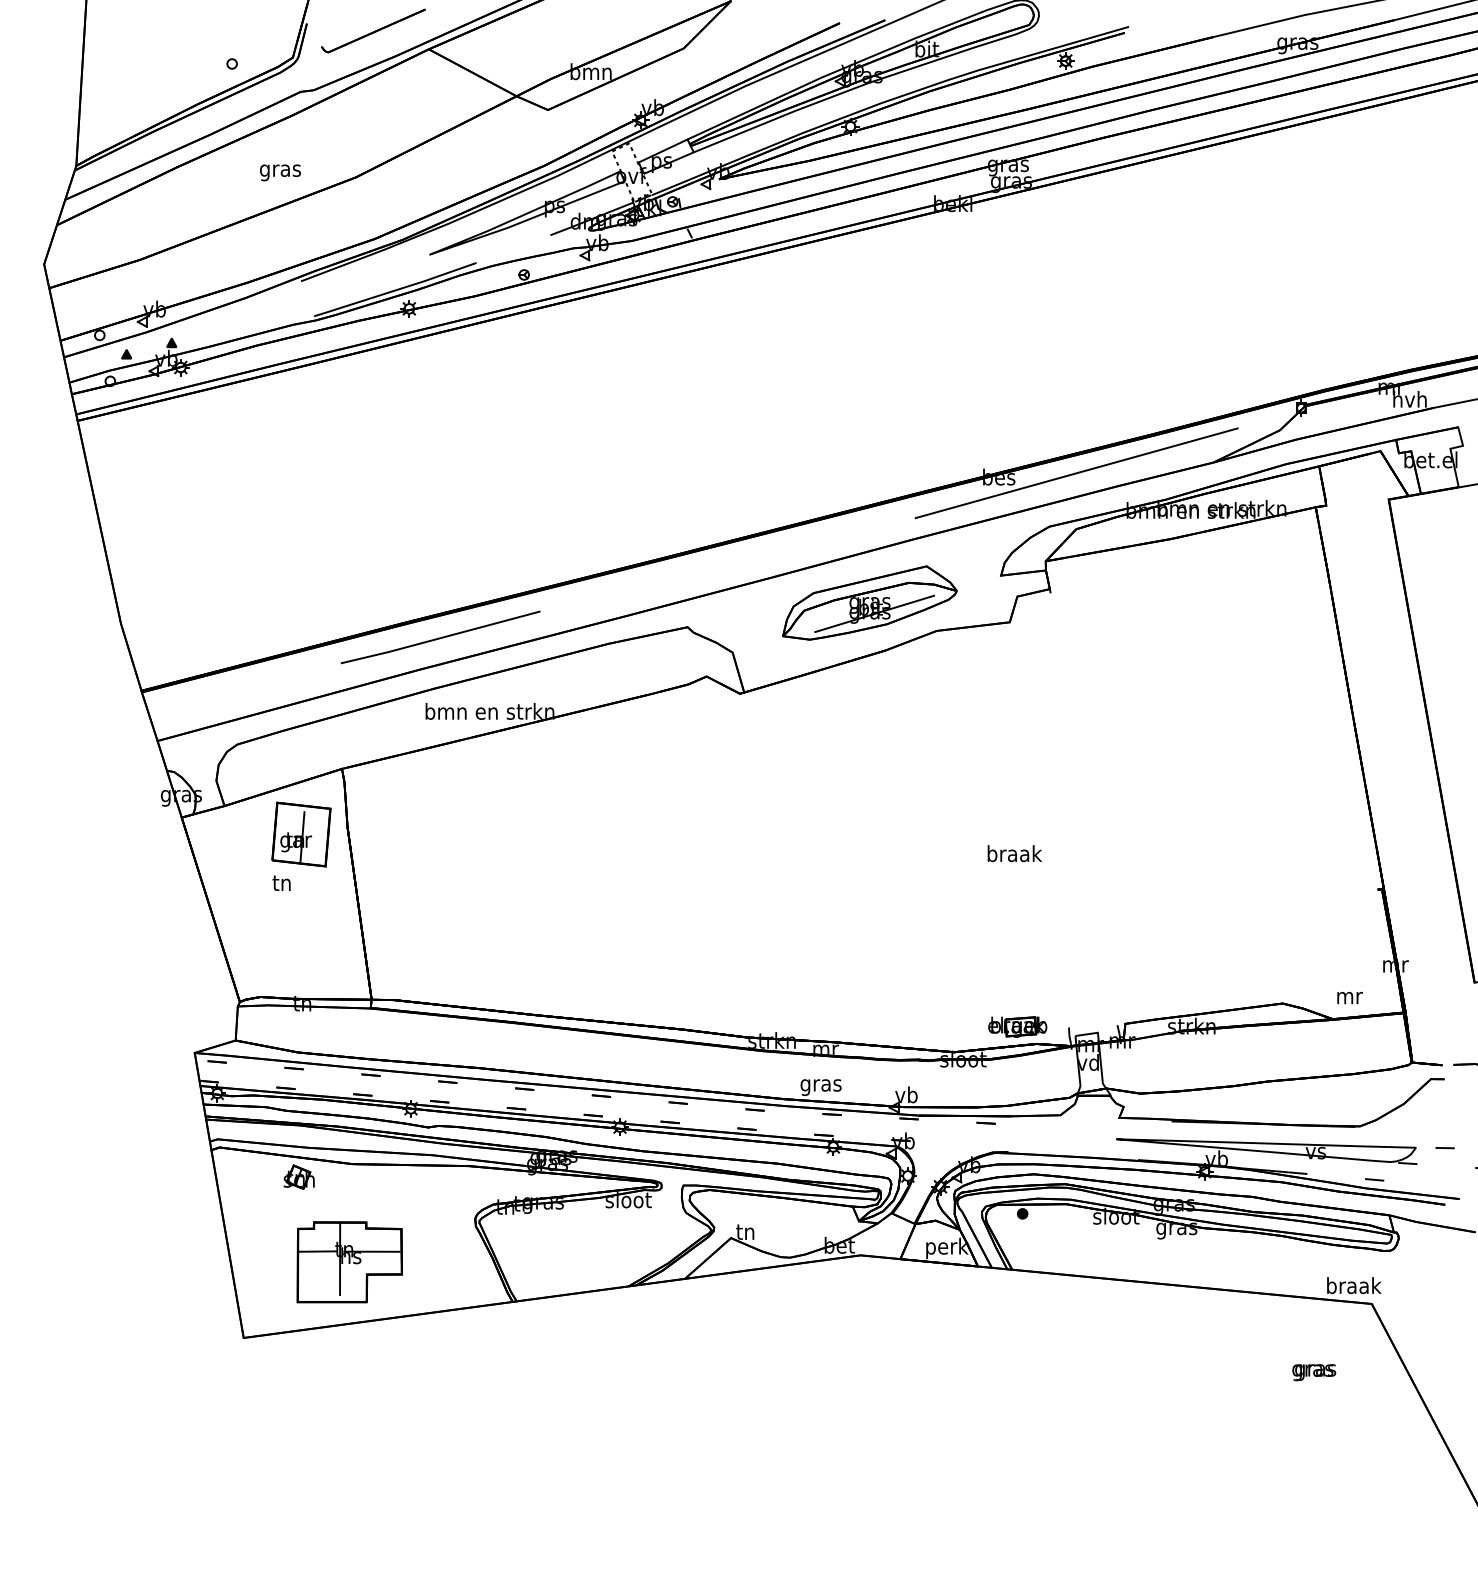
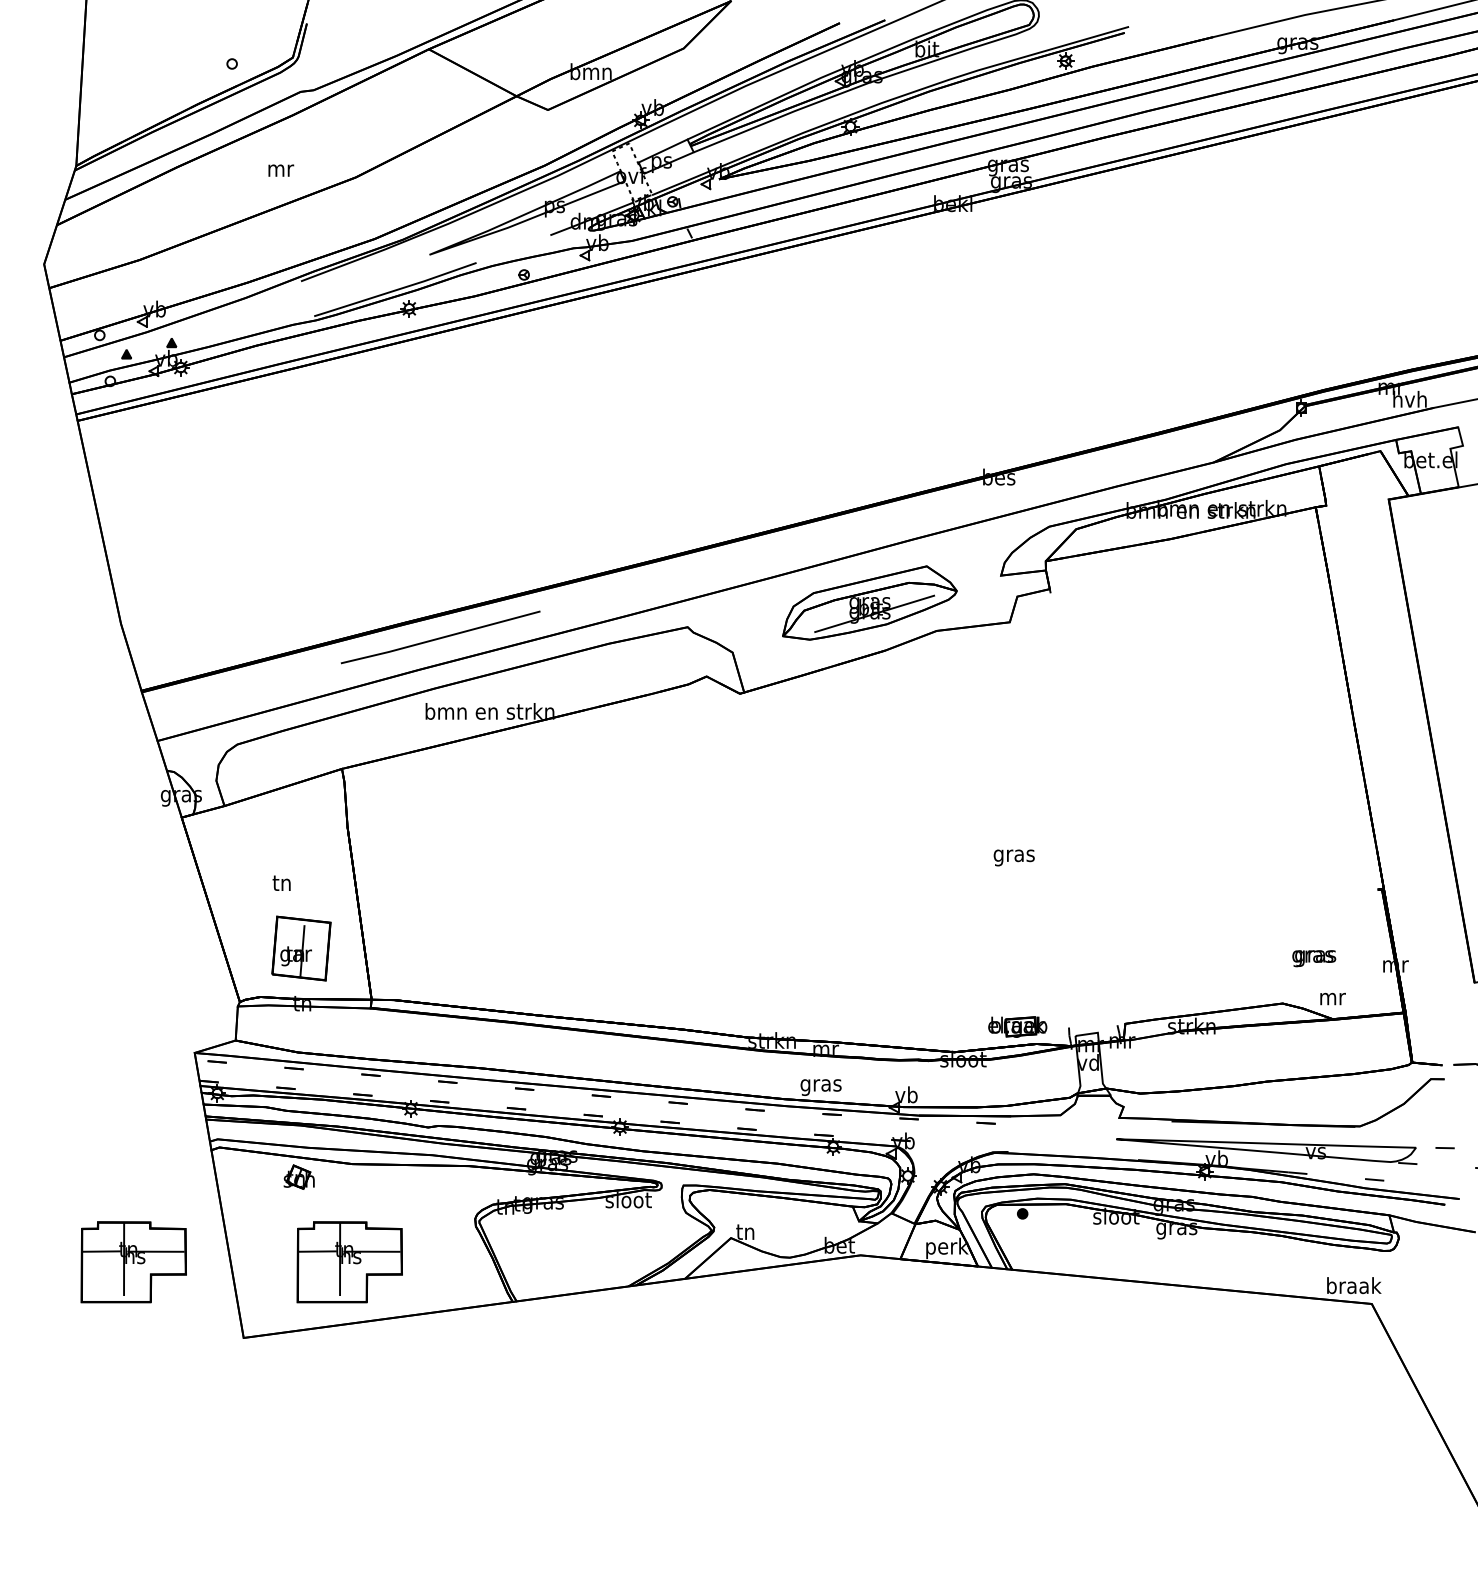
part at (373, 30): present -> none
text at (280, 172): gras -> mr
line at (1076, 473): present -> none
part at (301, 834) position: (301, 834) -> (301, 948)
text at (1014, 855): braak -> gras
text at (1349, 997) position: (1349, 997) -> (1332, 998)
part at (133, 1262): none -> present
text at (1314, 1372) position: (1314, 1372) -> (1314, 958)
